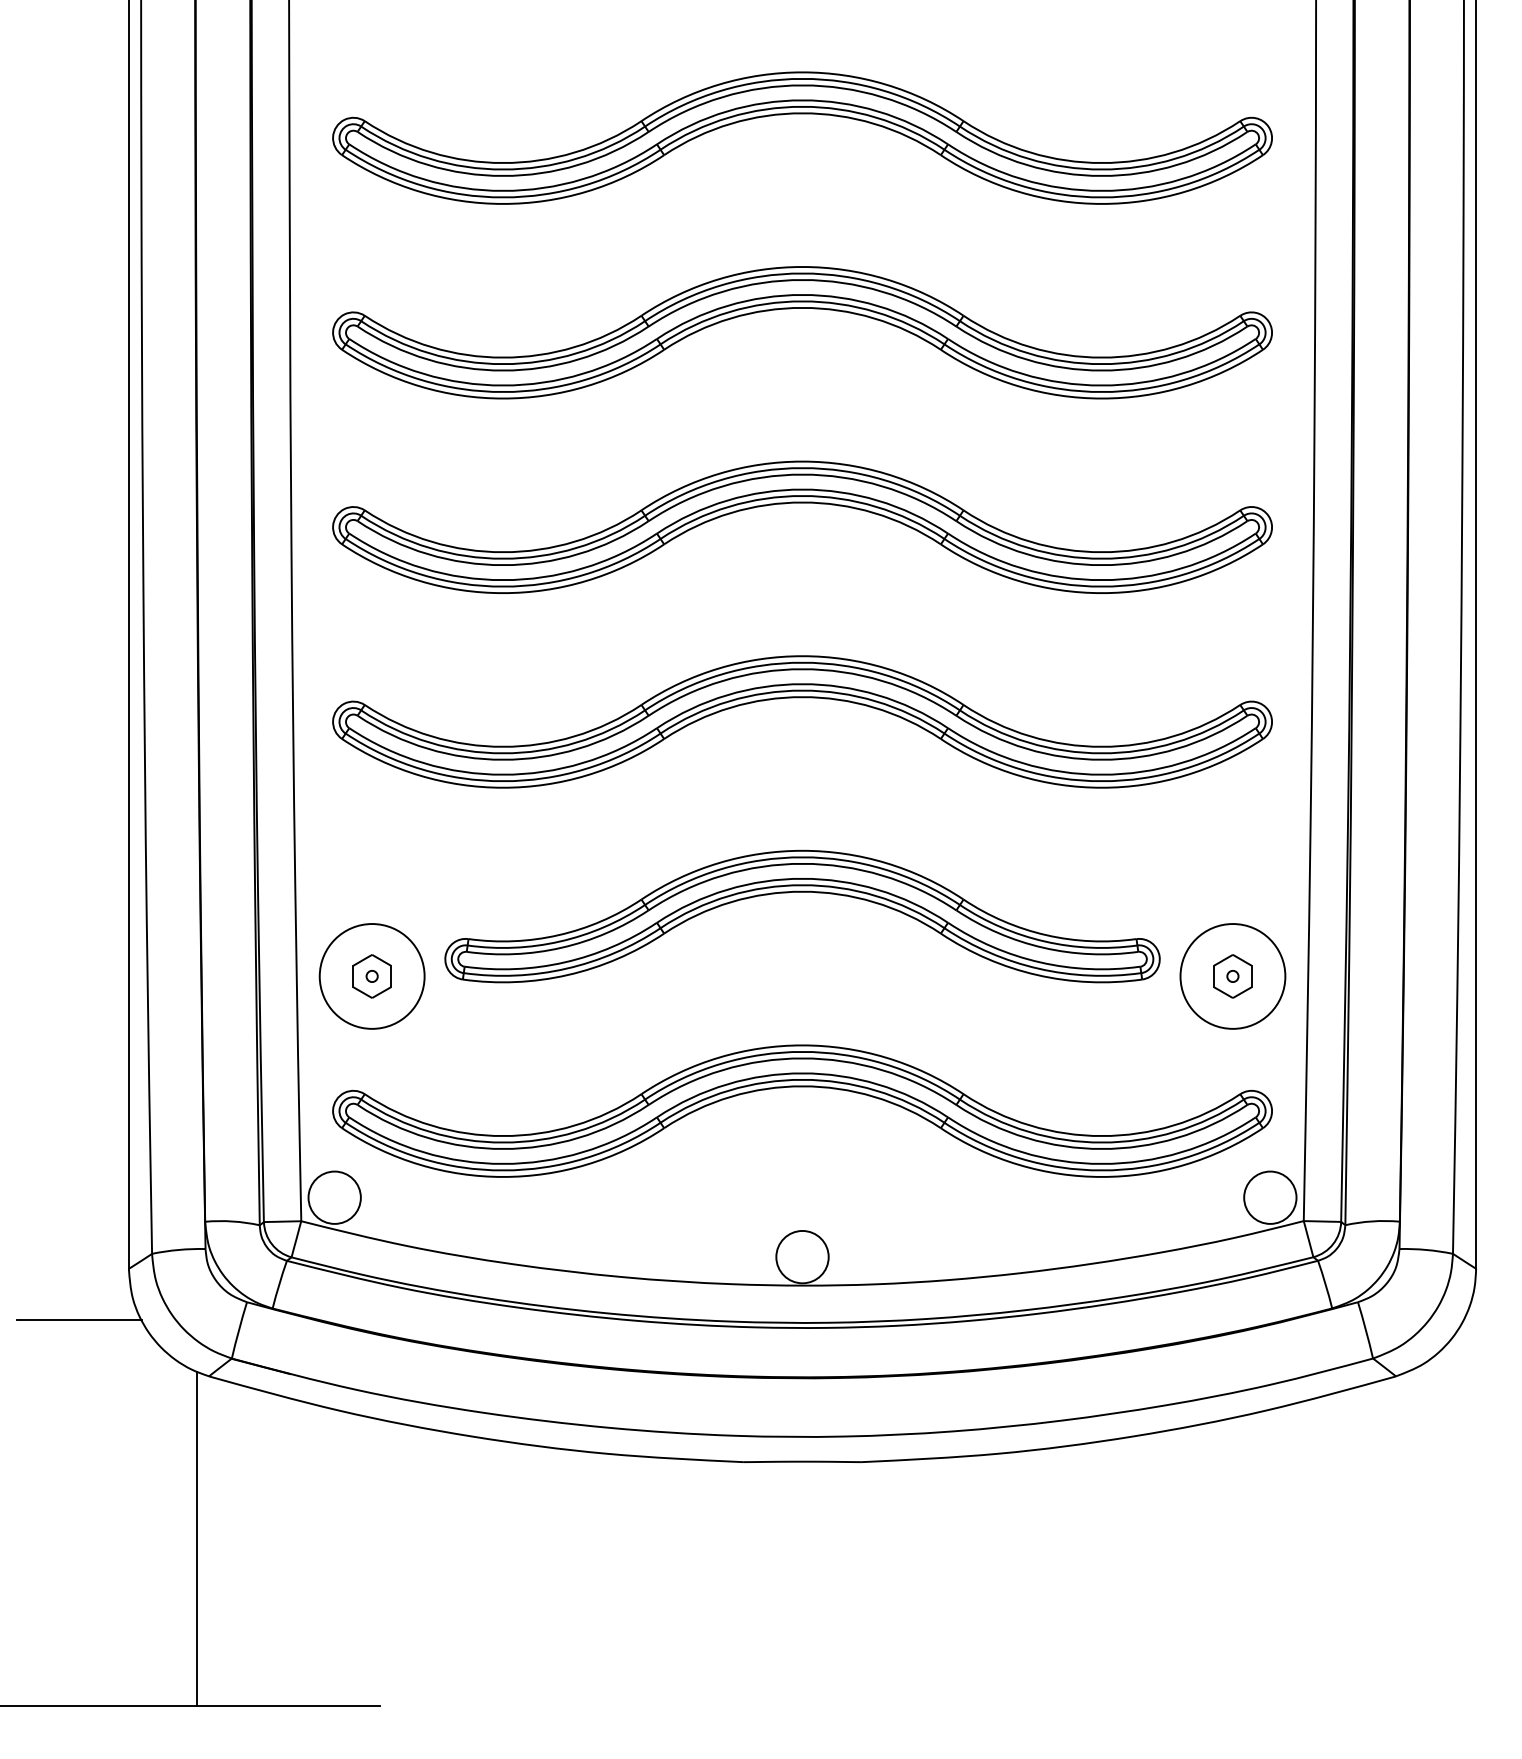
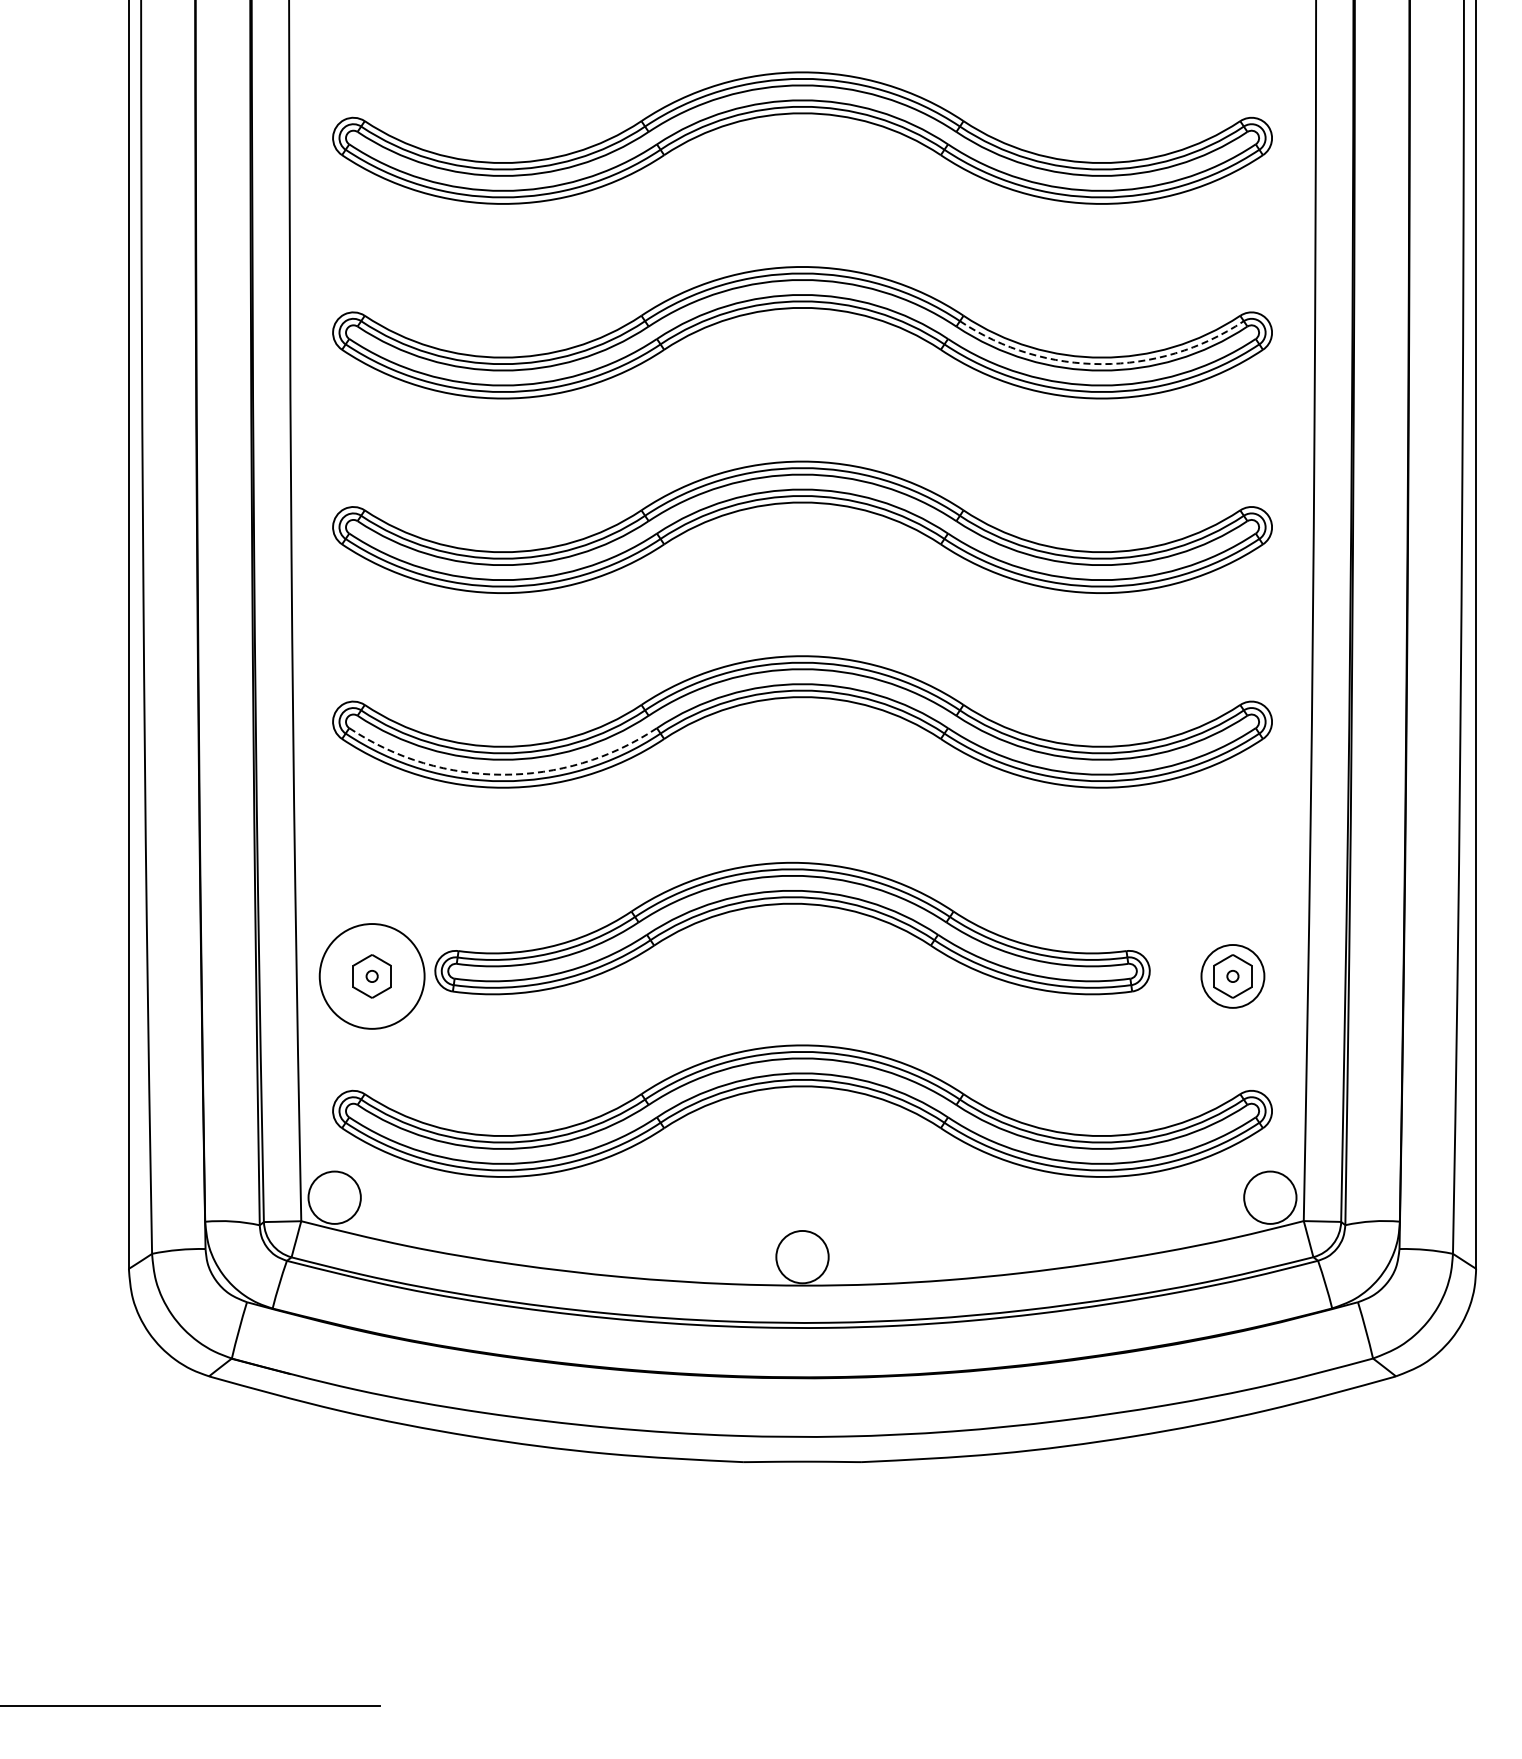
arc at (1101, 364): solid -> dashed
arc at (503, 774): solid -> dashed
part at (802, 892) position: (802, 892) -> (792, 904)
circle at (1232, 976) diameter: 105 px -> 63 px
line at (78, 1320): present -> none
line at (197, 1538): present -> none
